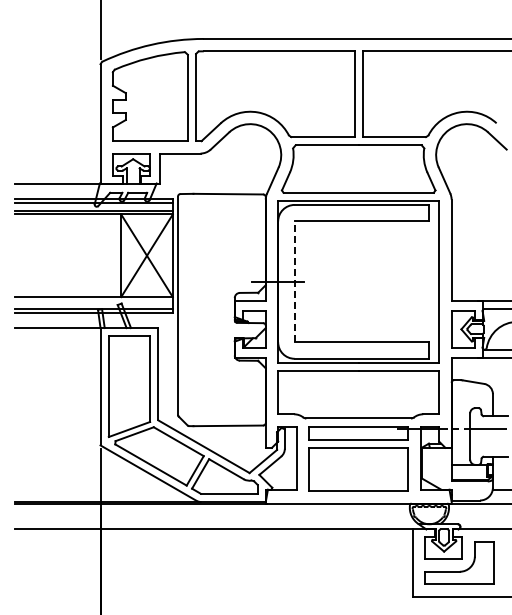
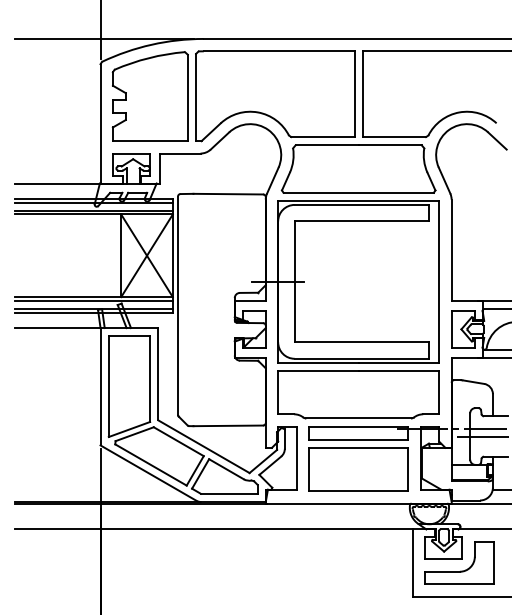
line at (104, 38): none -> present
line at (294, 281): dashed -> solid
line at (93, 300): none -> present
line at (482, 436): none -> present
